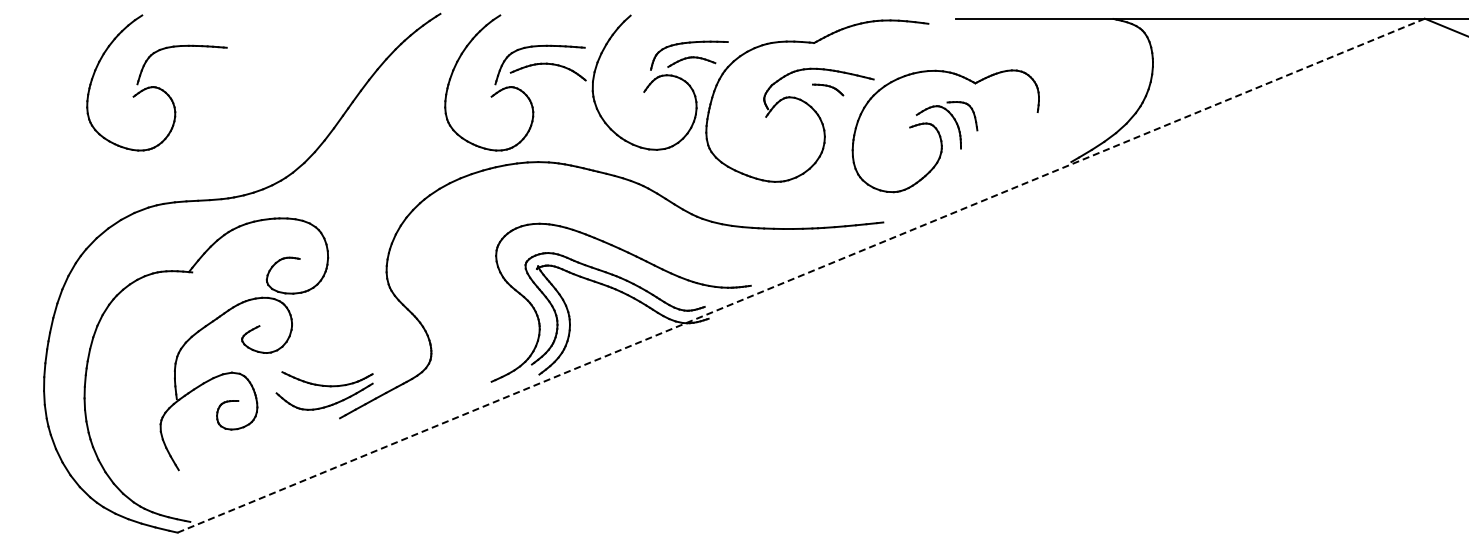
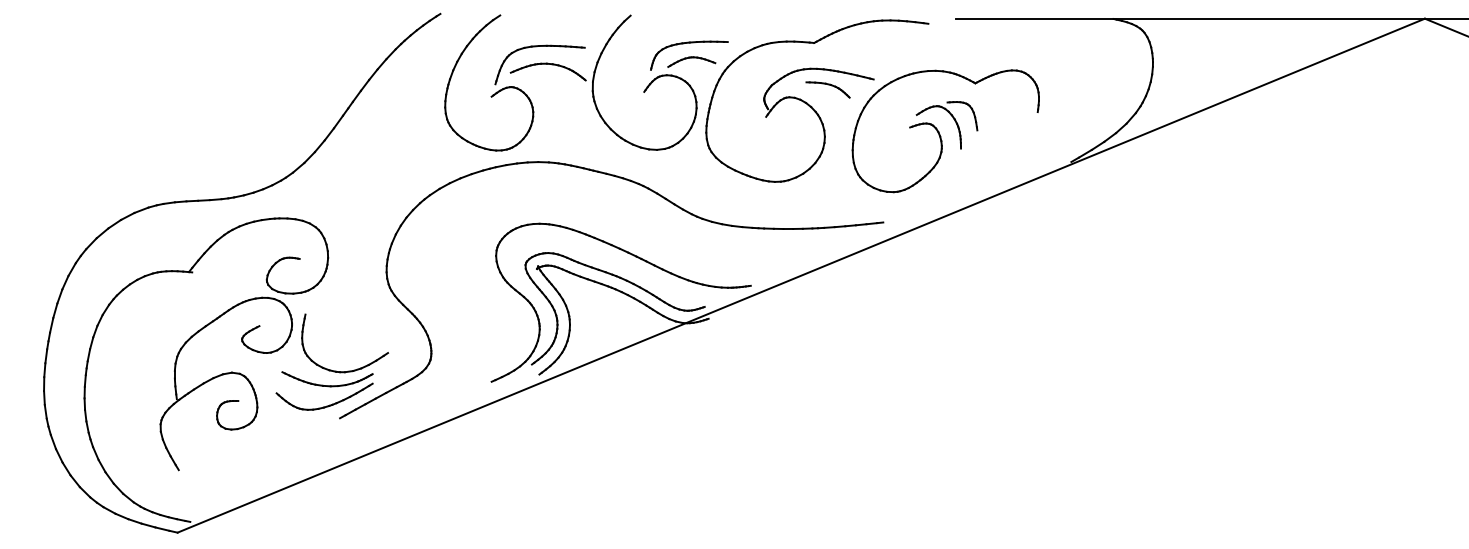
part at (156, 82): present -> none
part at (828, 89) size: 33x14 px -> 46x18 px
line at (801, 275): dashed -> solid
part at (348, 370): none -> present
